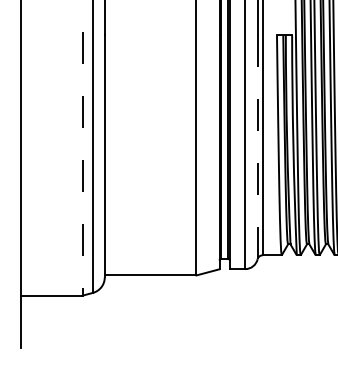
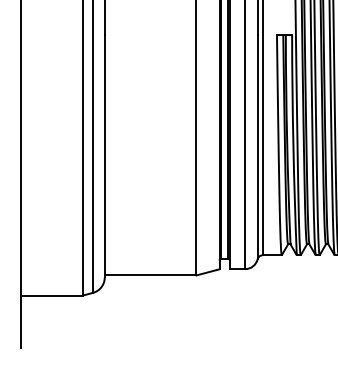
line at (82, 147): dashed -> solid
line at (257, 147): dashed -> solid
